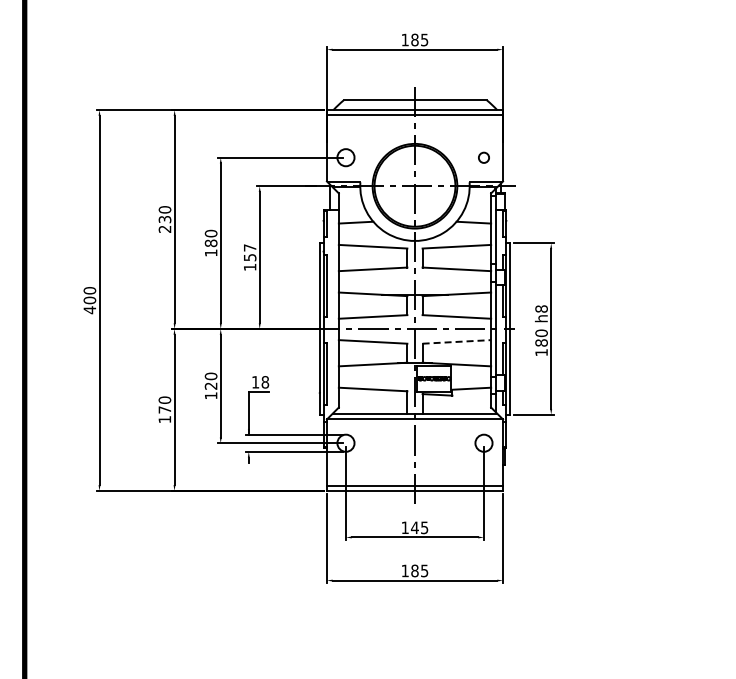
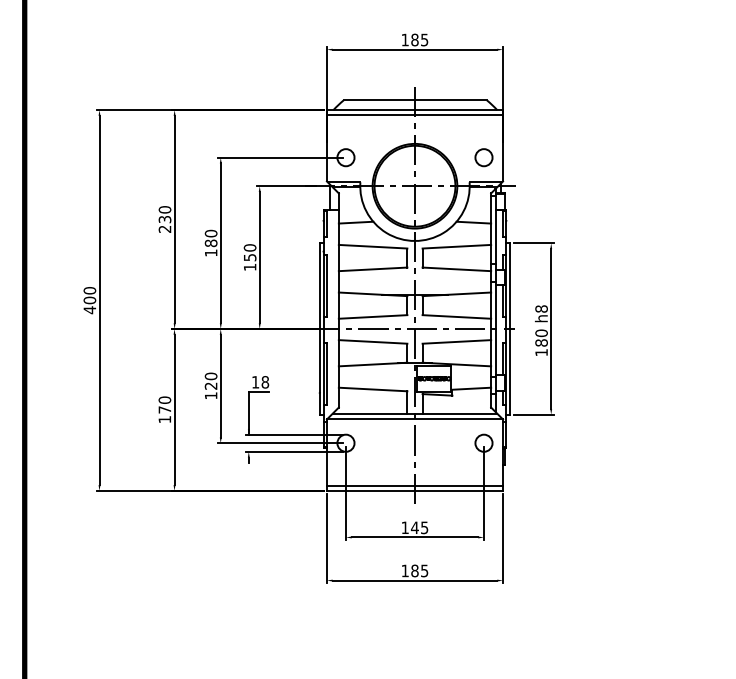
circle at (483, 157) size: 12x13 px -> 20x20 px
text at (249, 247): 157 -> 150
line at (457, 341): dashed -> solid
